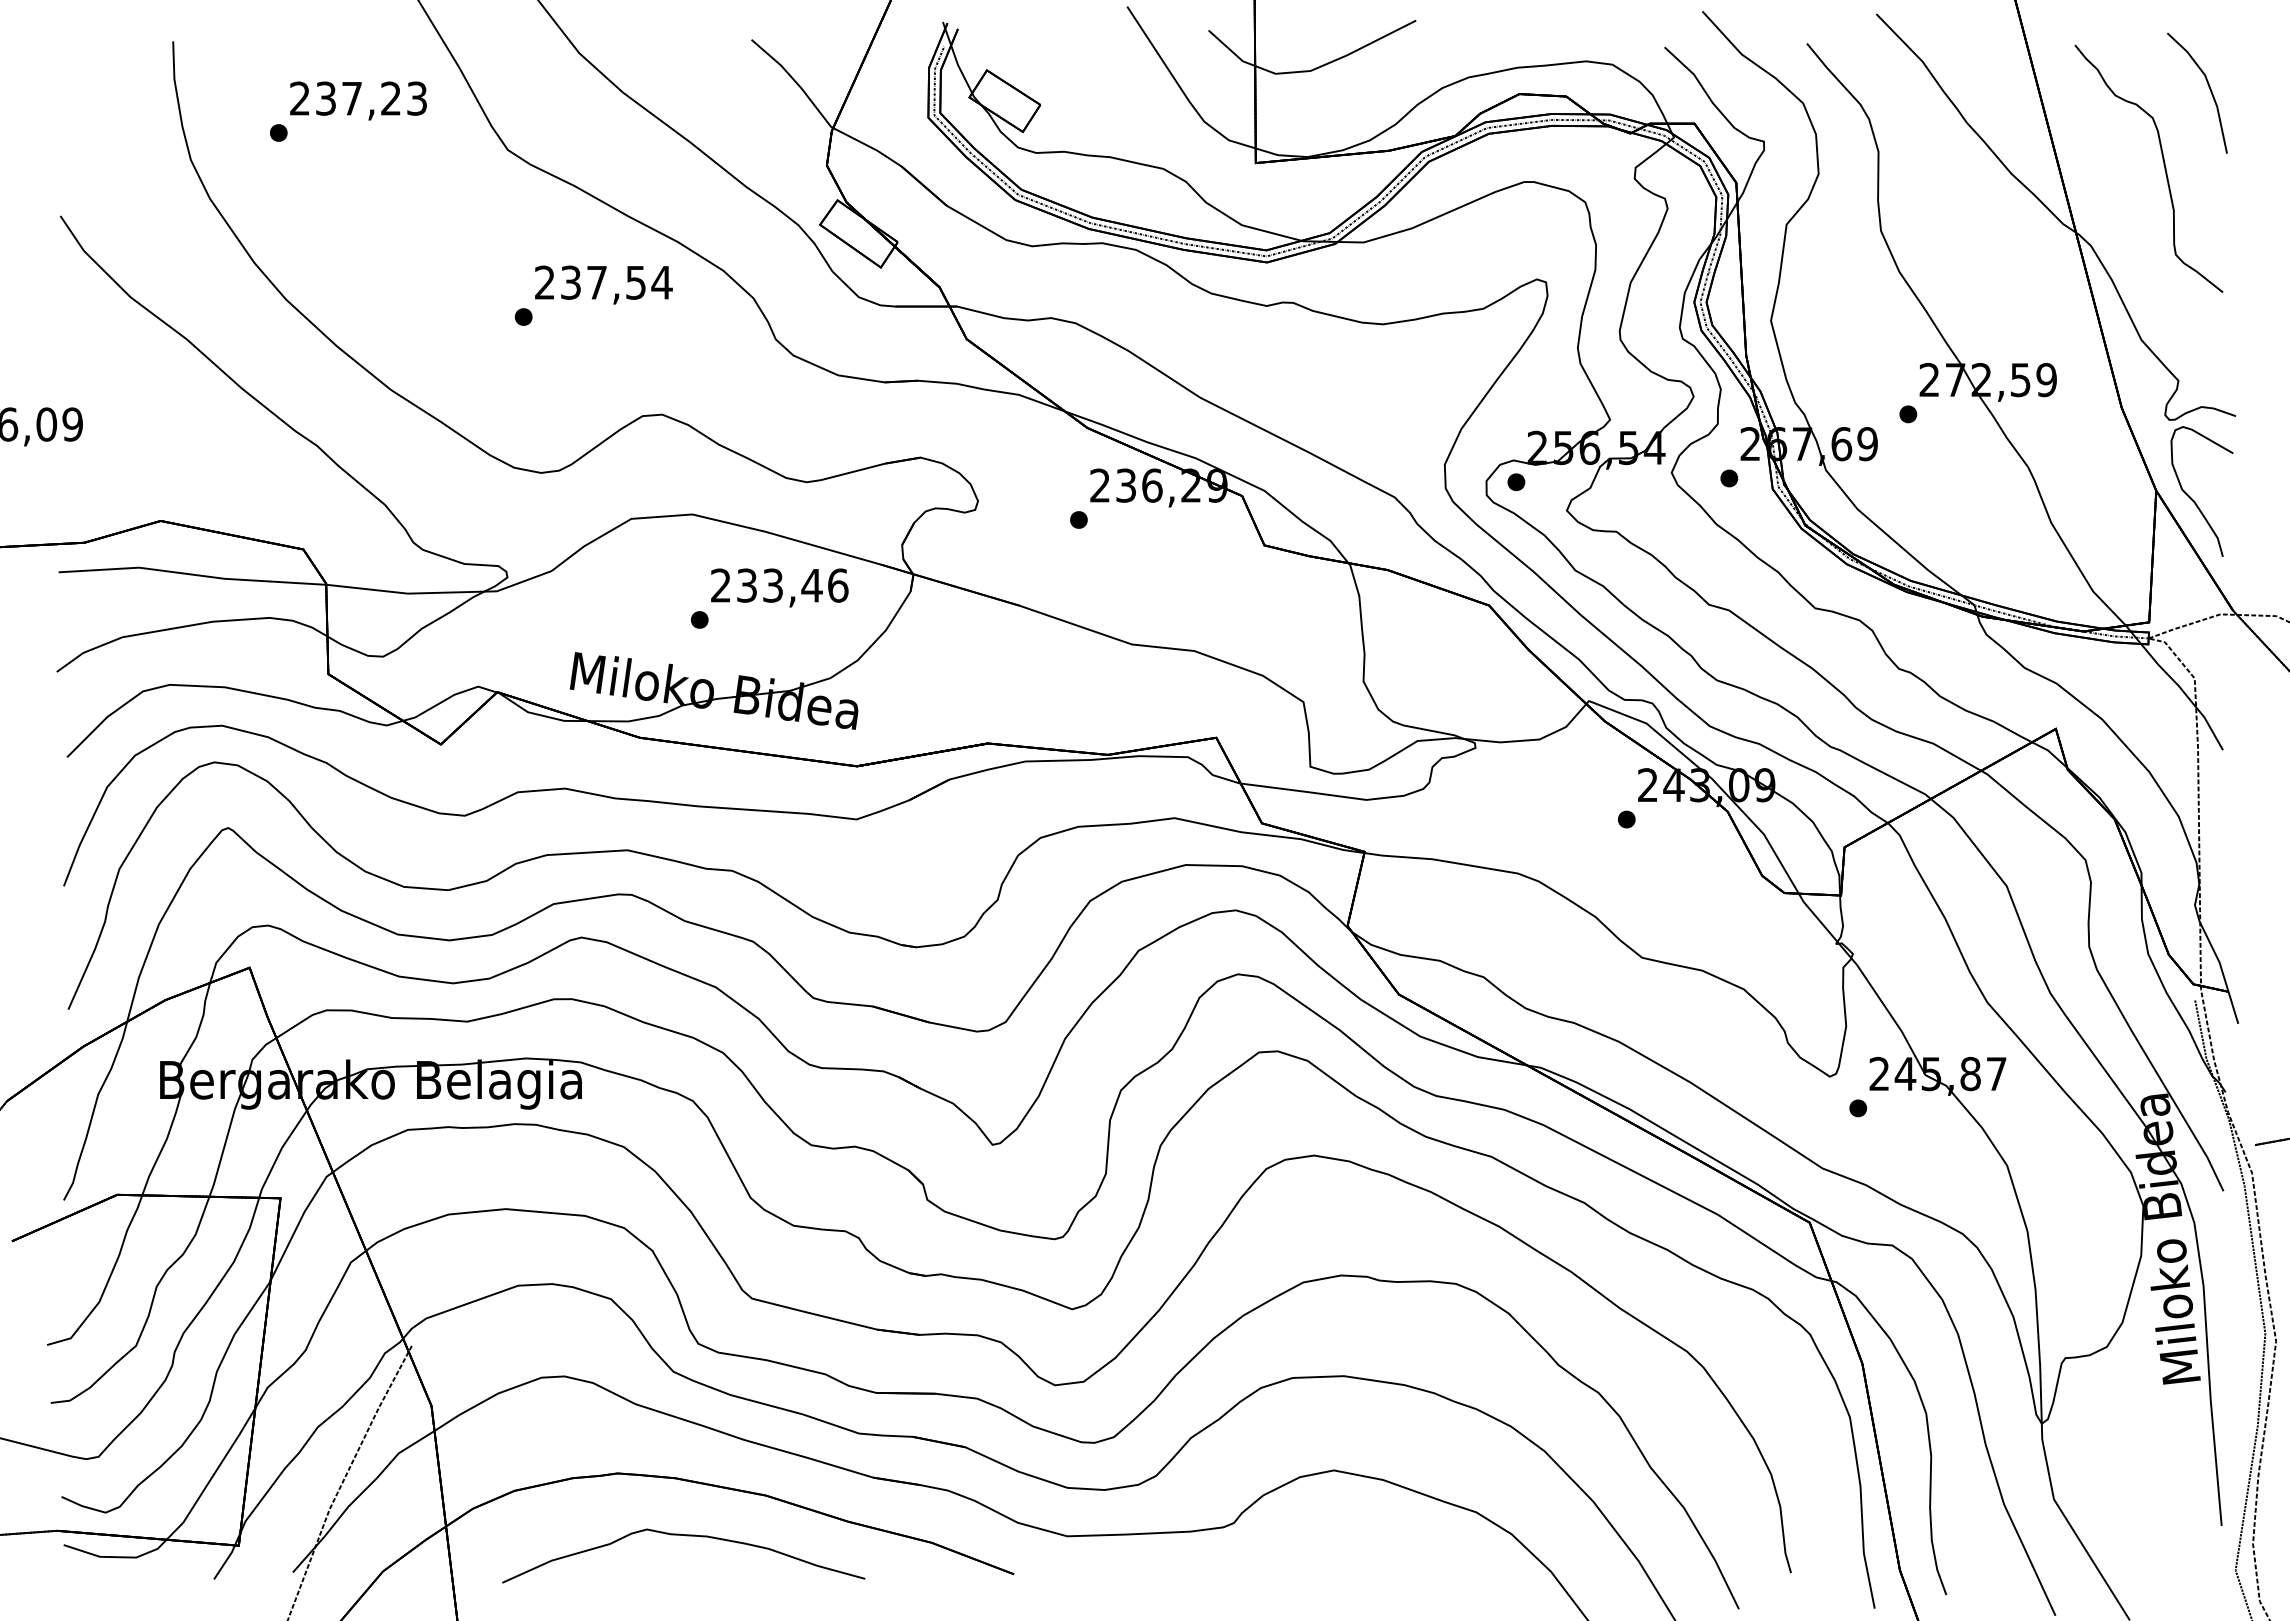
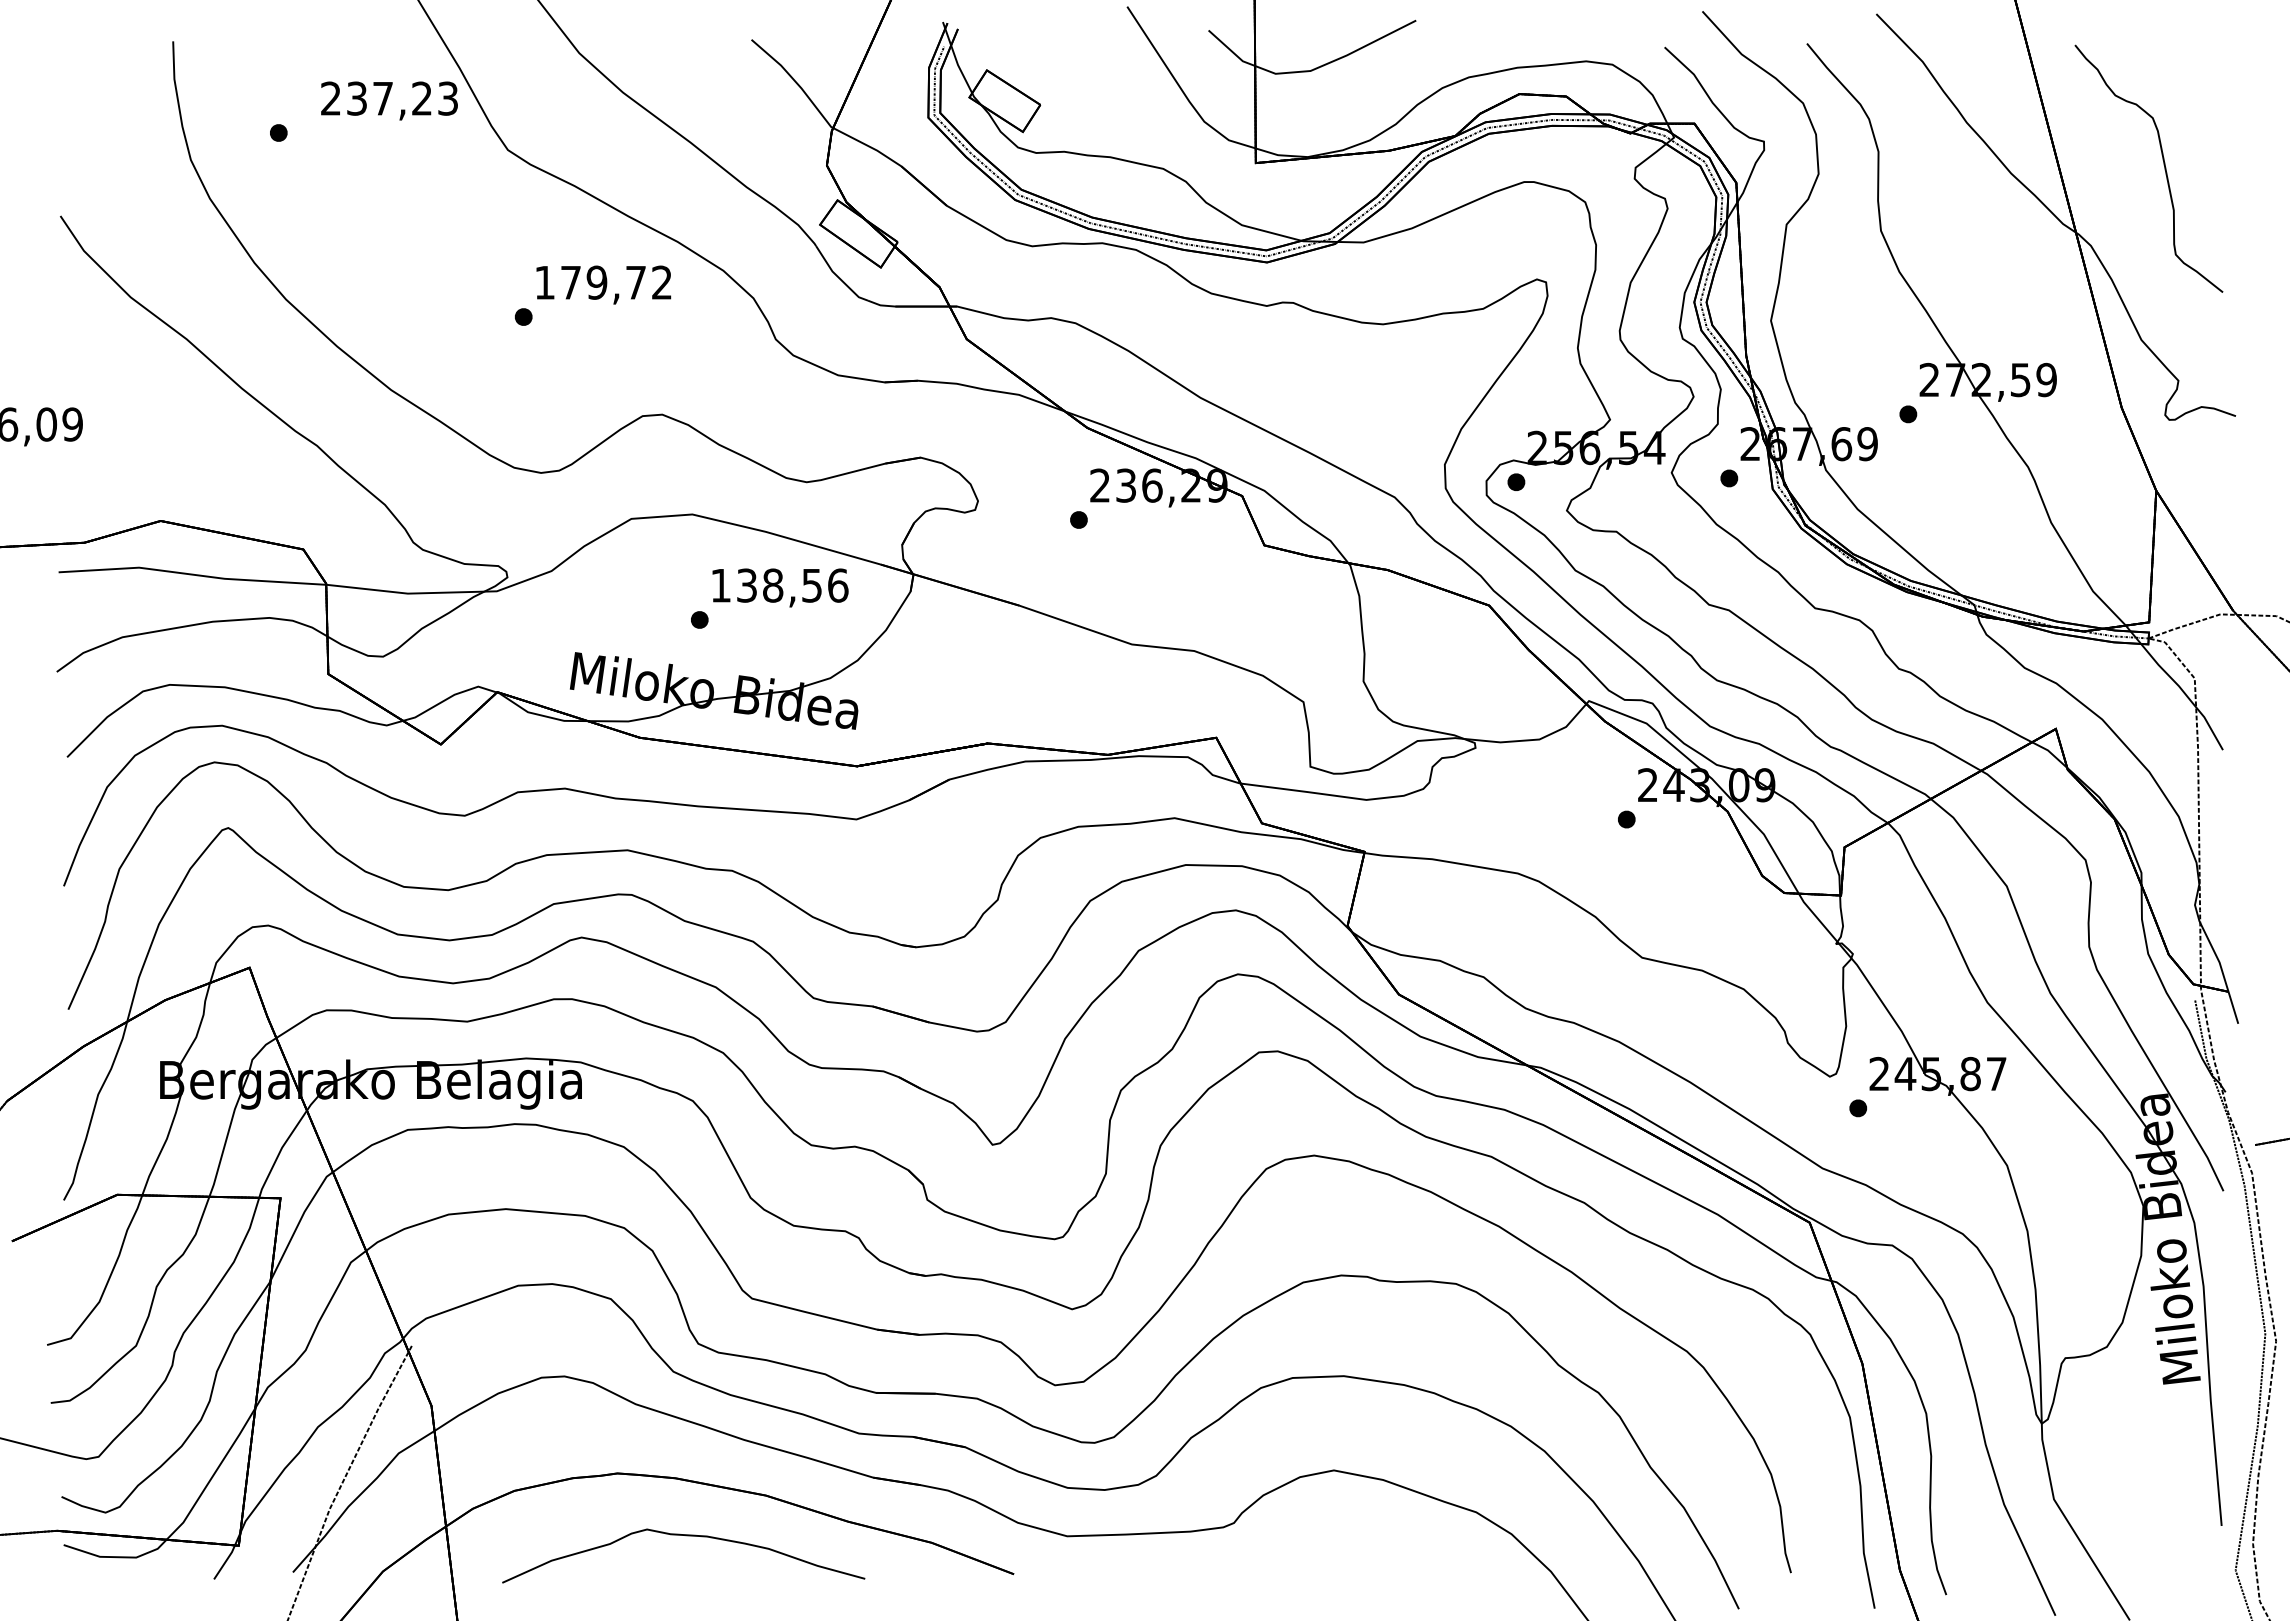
line at (2208, 87): present -> none
text at (358, 100) position: (358, 100) -> (389, 100)
text at (603, 282): 237,54 -> 179,72
curve at (2193, 499): present -> none
text at (766, 585): 233,46 -> 138,56
